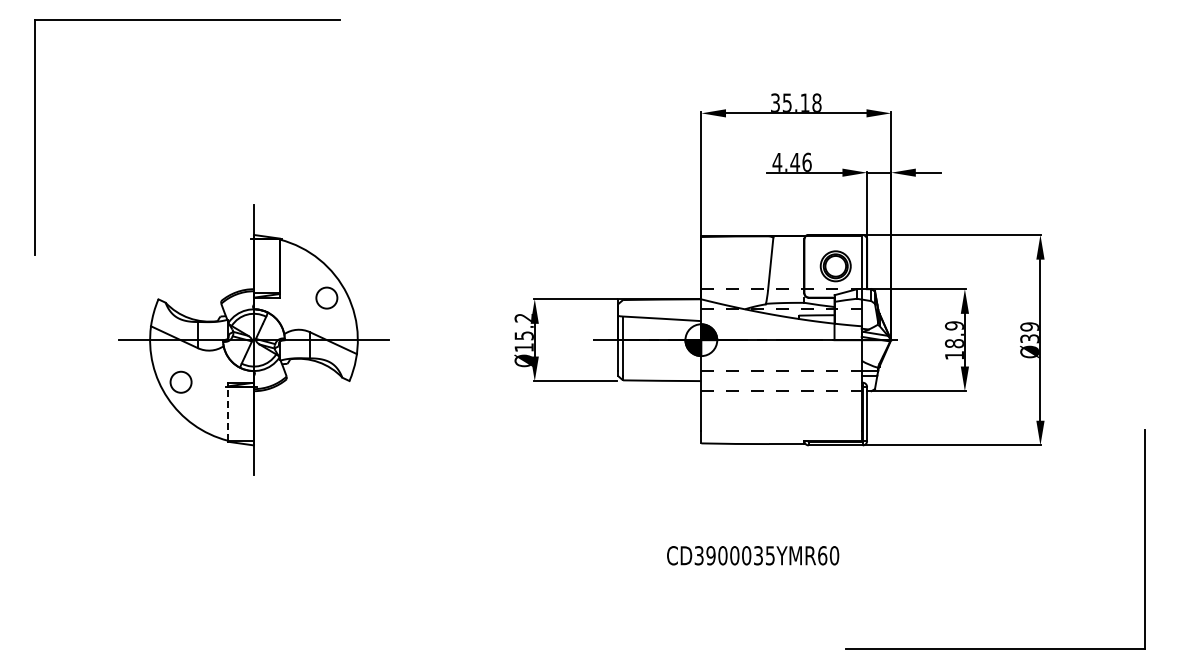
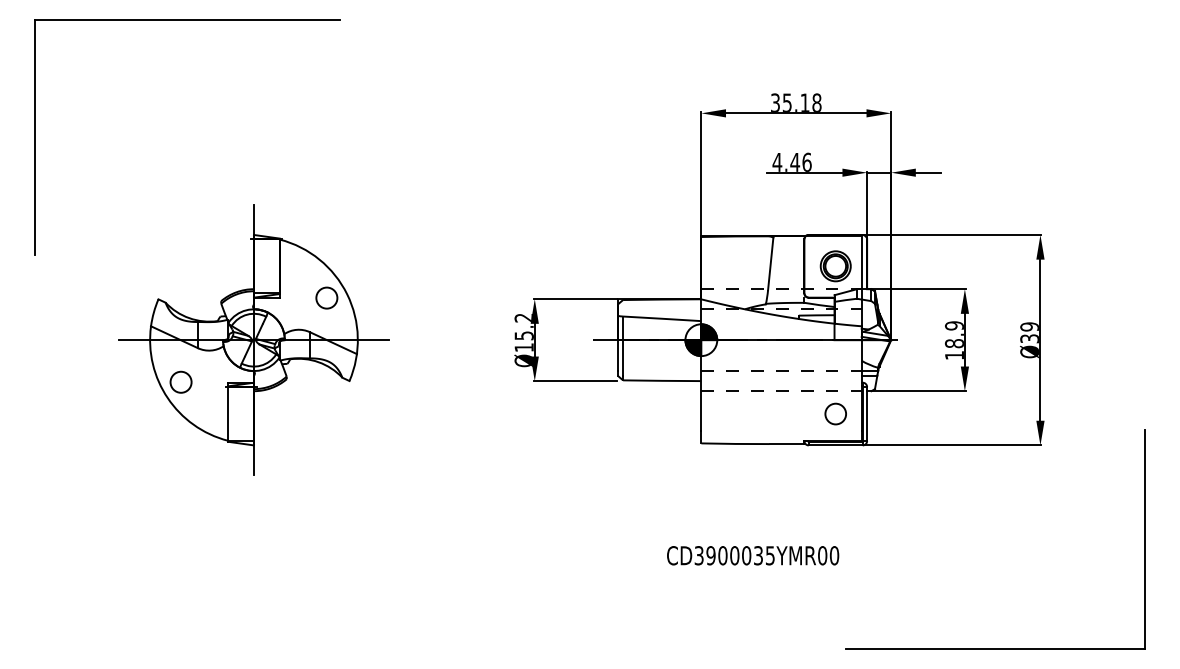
line at (228, 413): dashed -> solid
circle at (835, 413): none -> present
text at (822, 555): CD3900035YMR60 -> CD3900035YMR00
